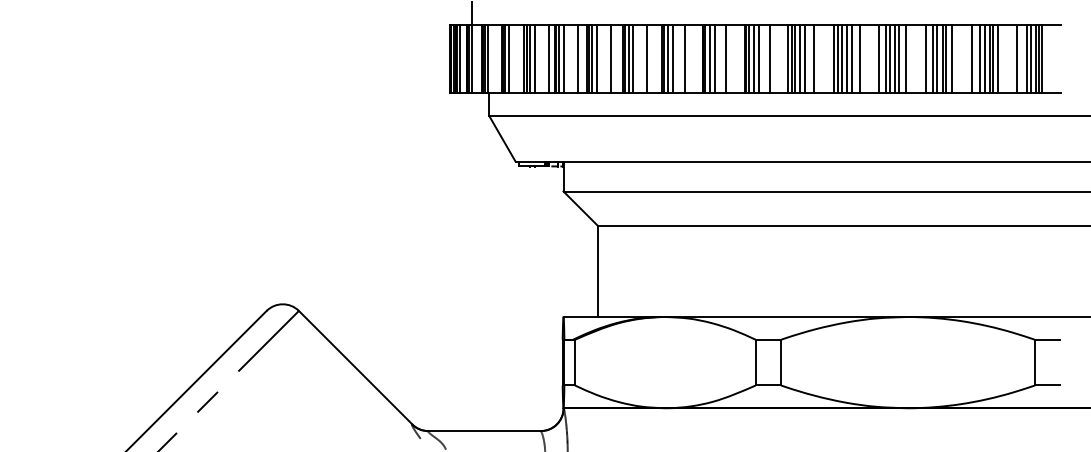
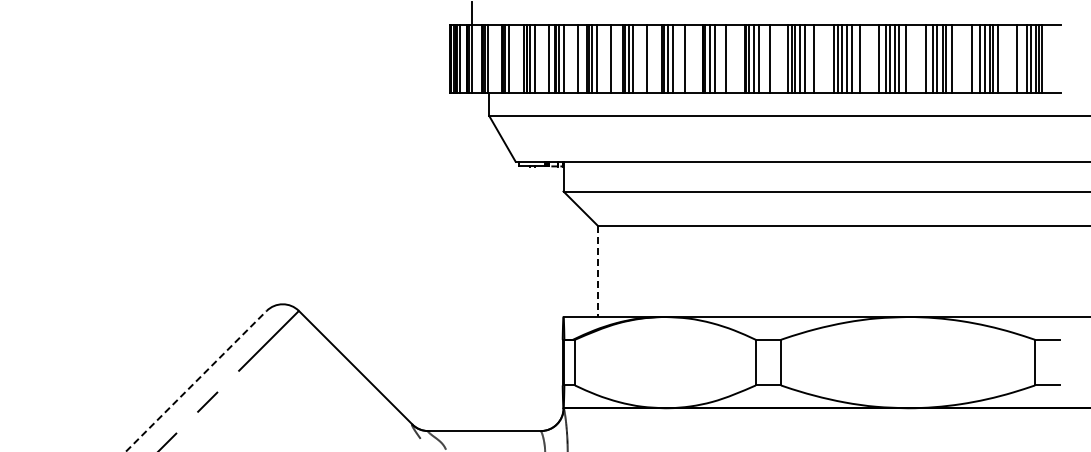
line at (597, 271): solid -> dashed
line at (196, 380): solid -> dashed
